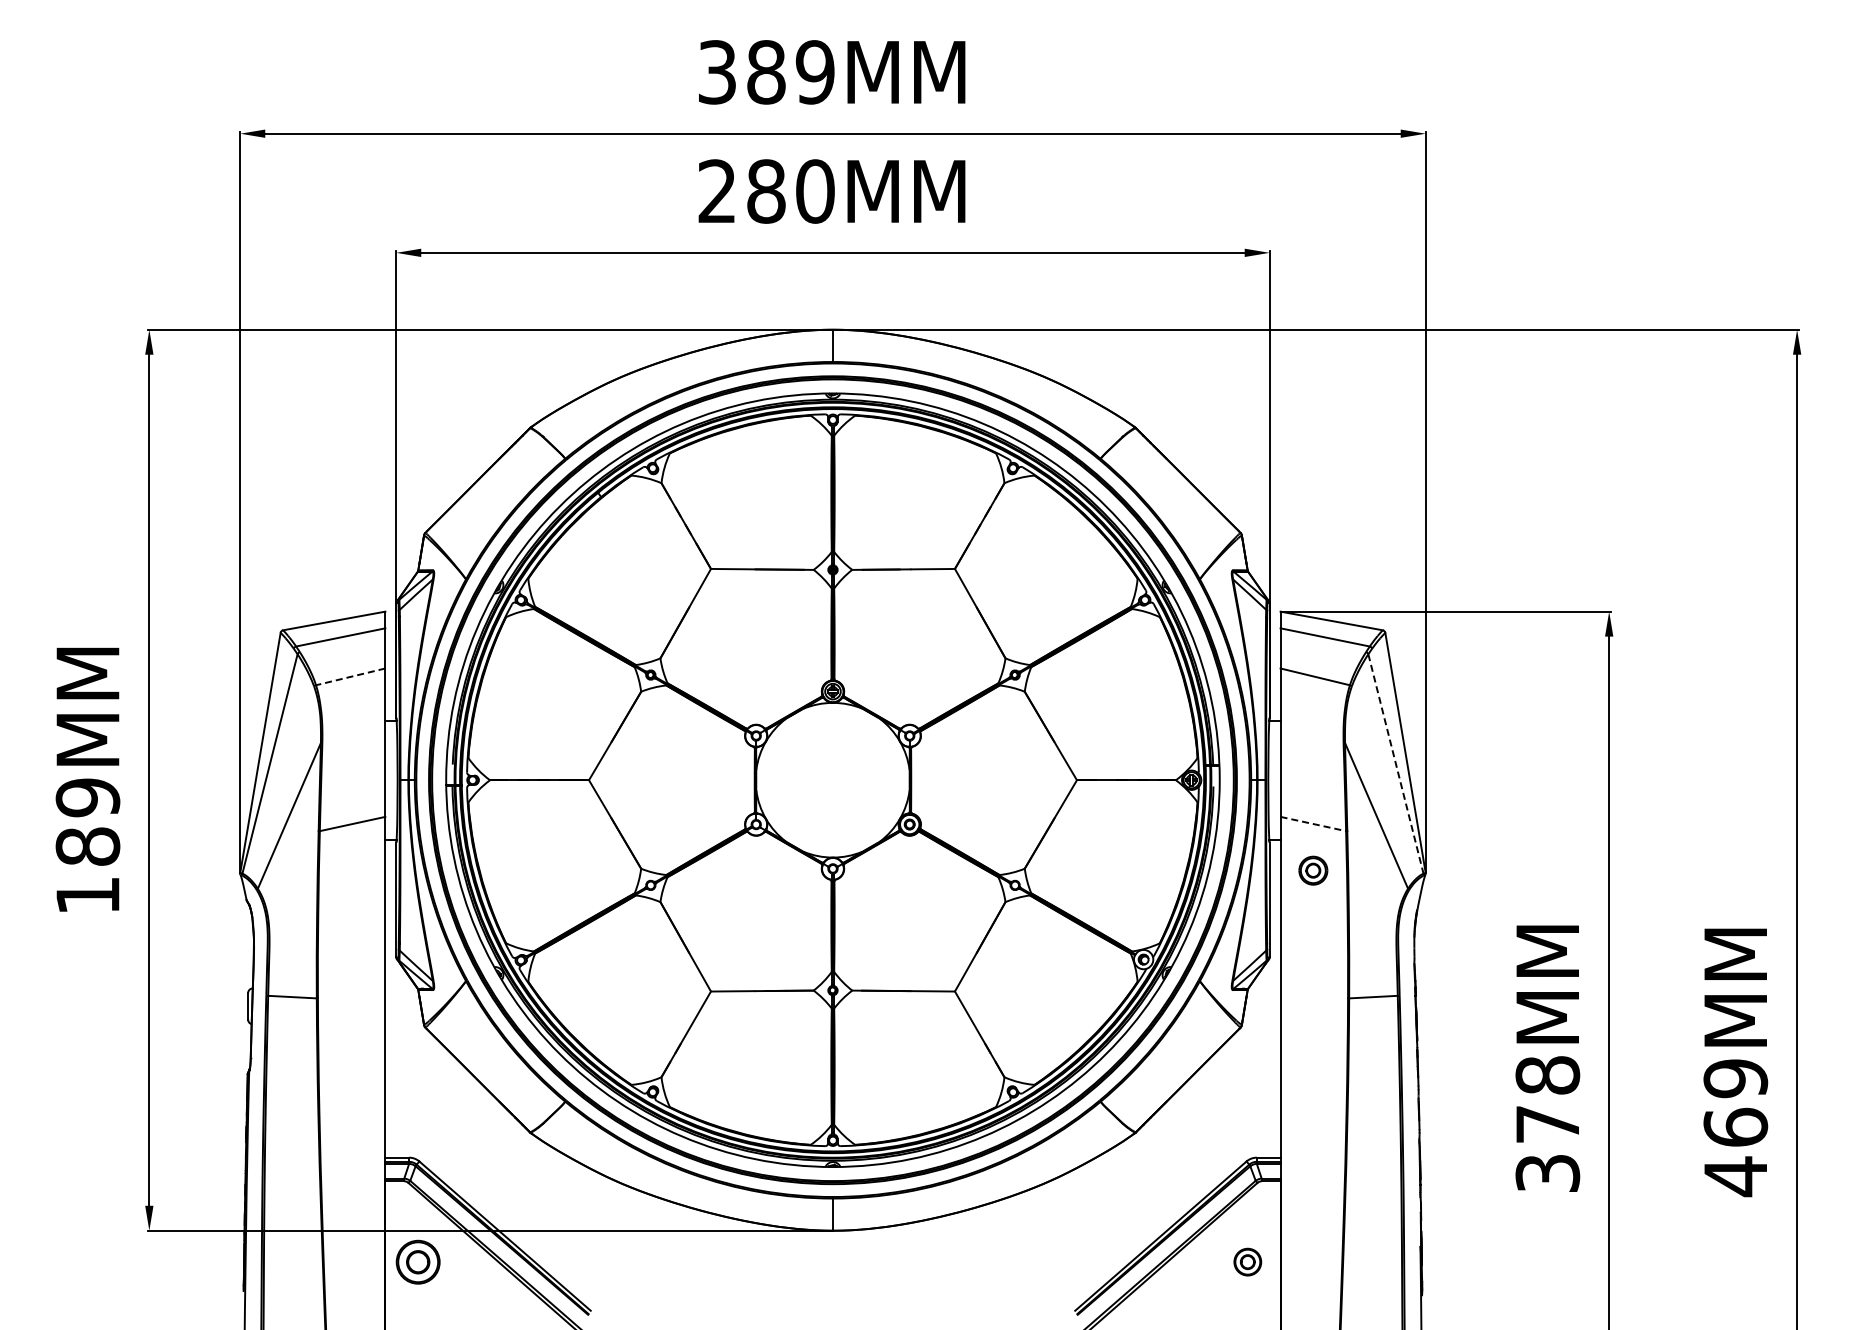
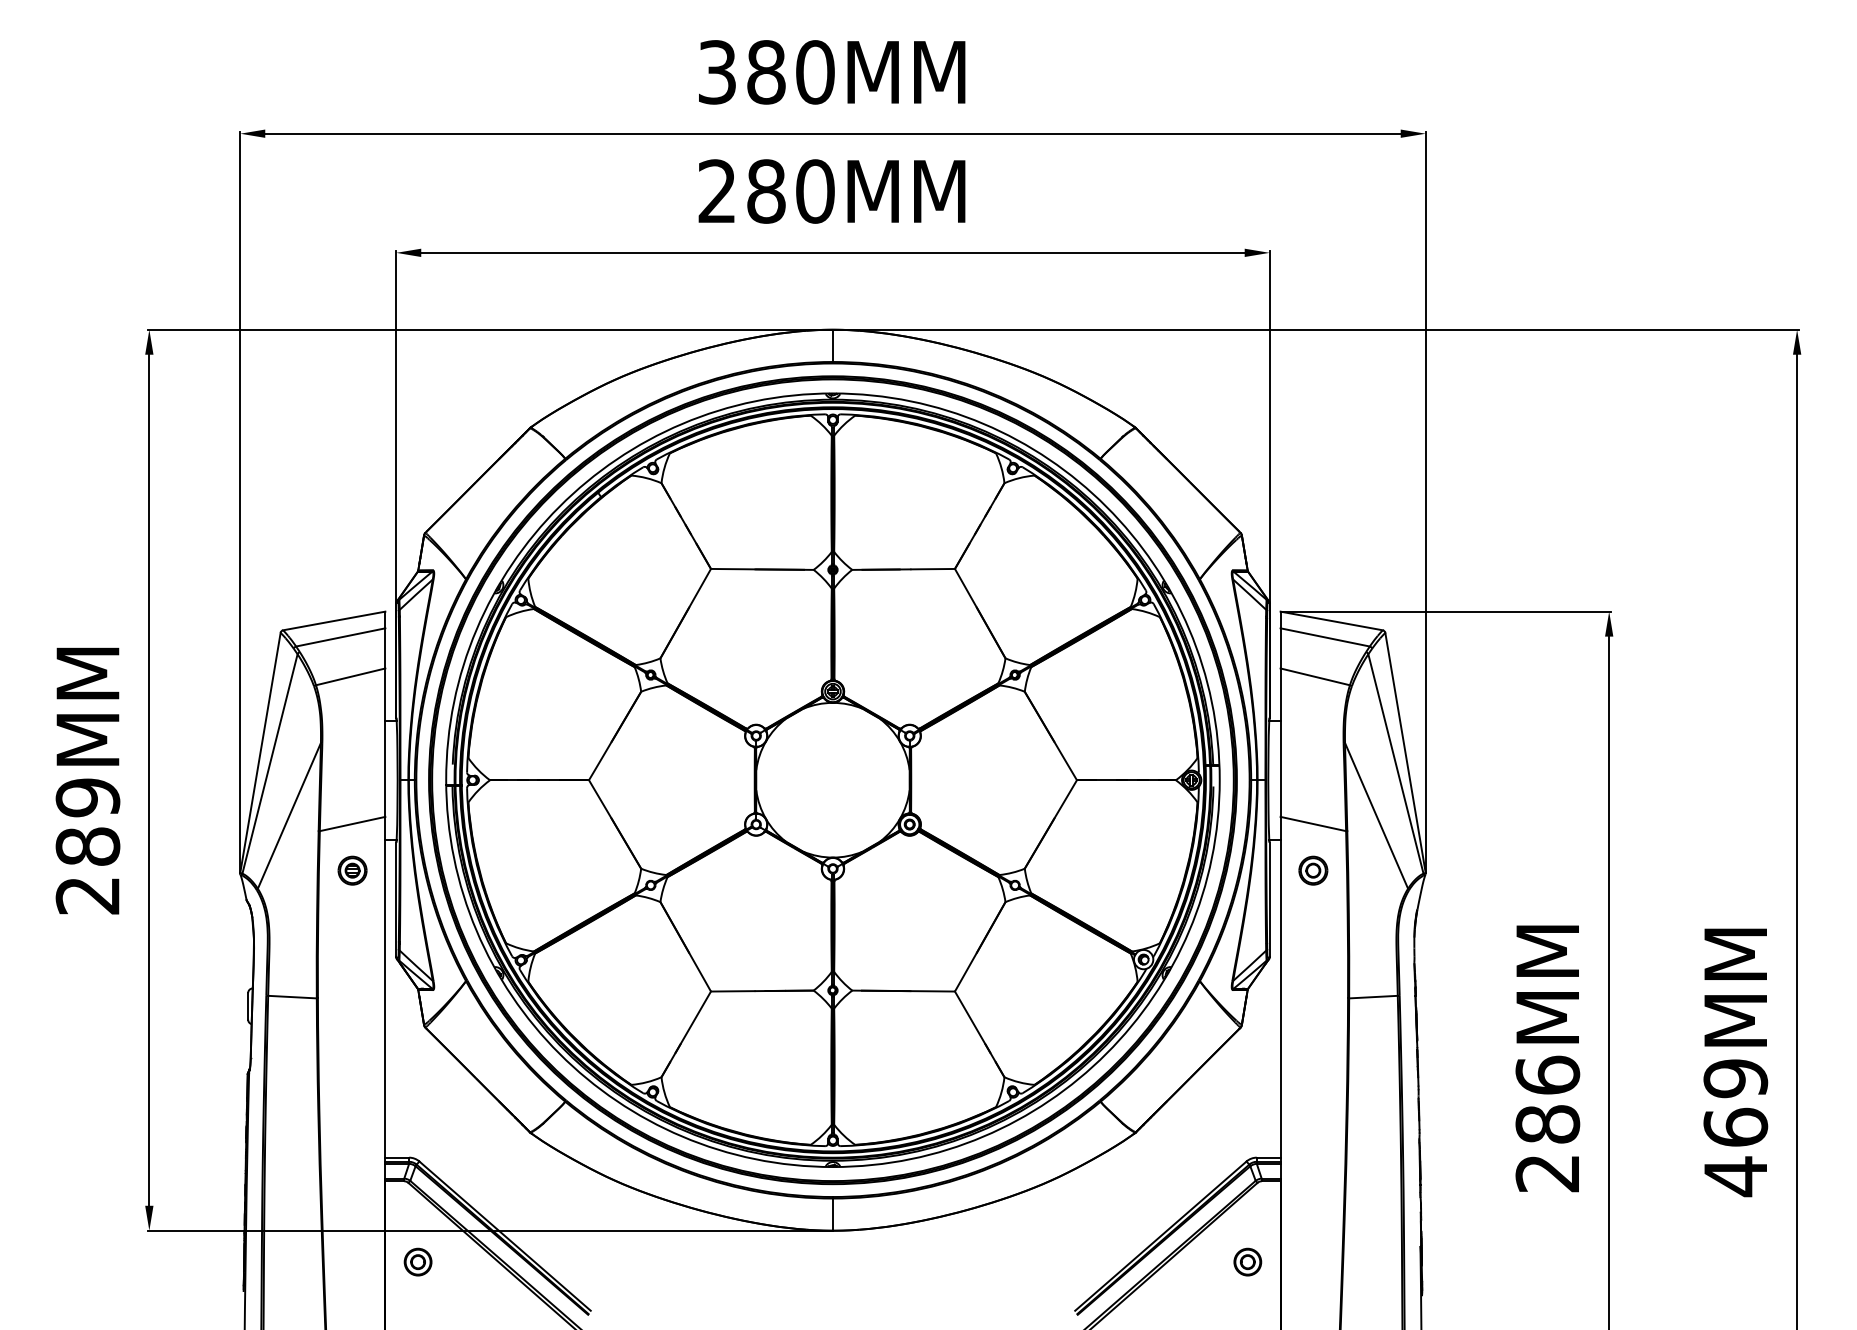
text at (814, 72): 389MM -> 380MM
line at (350, 676): dashed -> solid
line at (1396, 764): dashed -> solid
line at (1313, 824): dashed -> solid
part at (352, 870): none -> present
text at (87, 896): 189MM -> 289MM
text at (1547, 1123): 378MM -> 286MM
part at (417, 1261) size: 46x46 px -> 30x30 px
